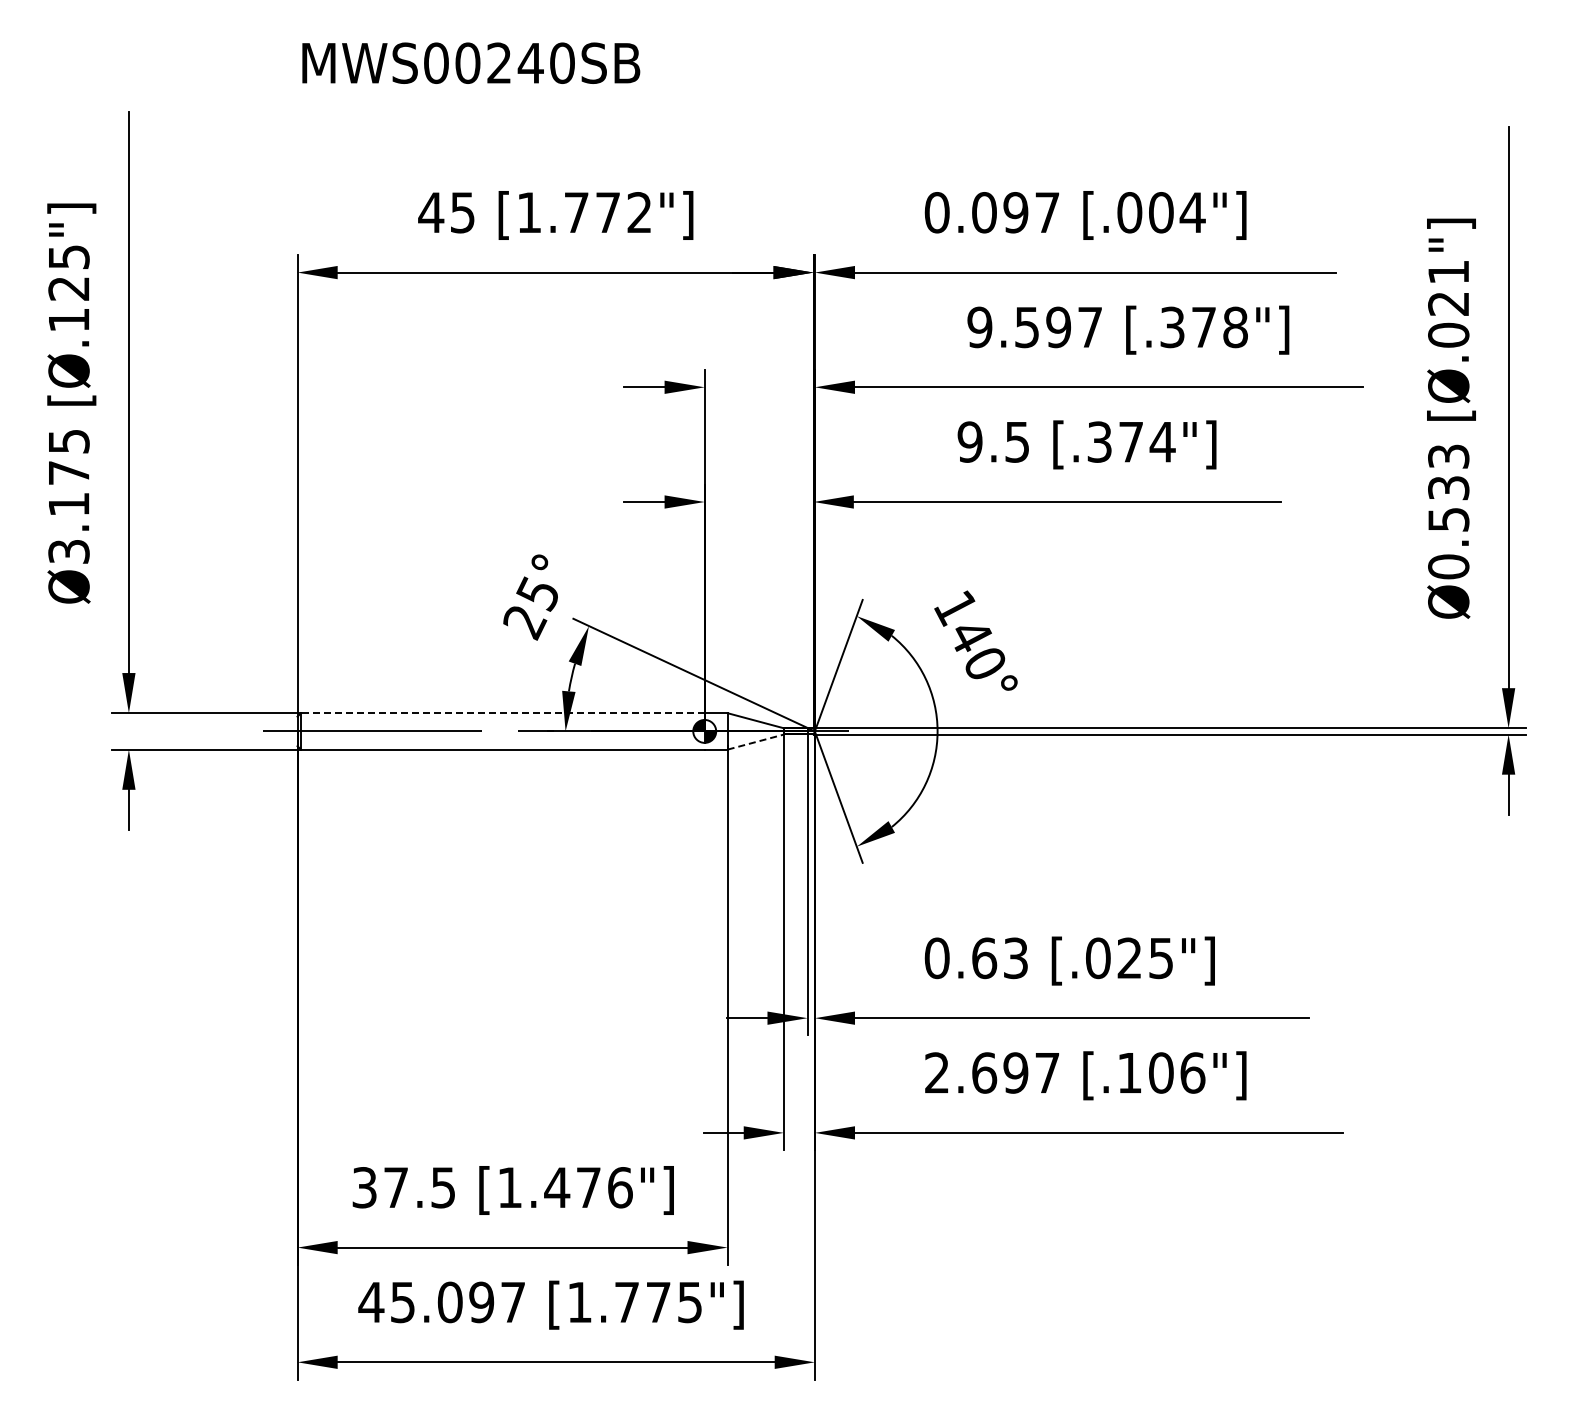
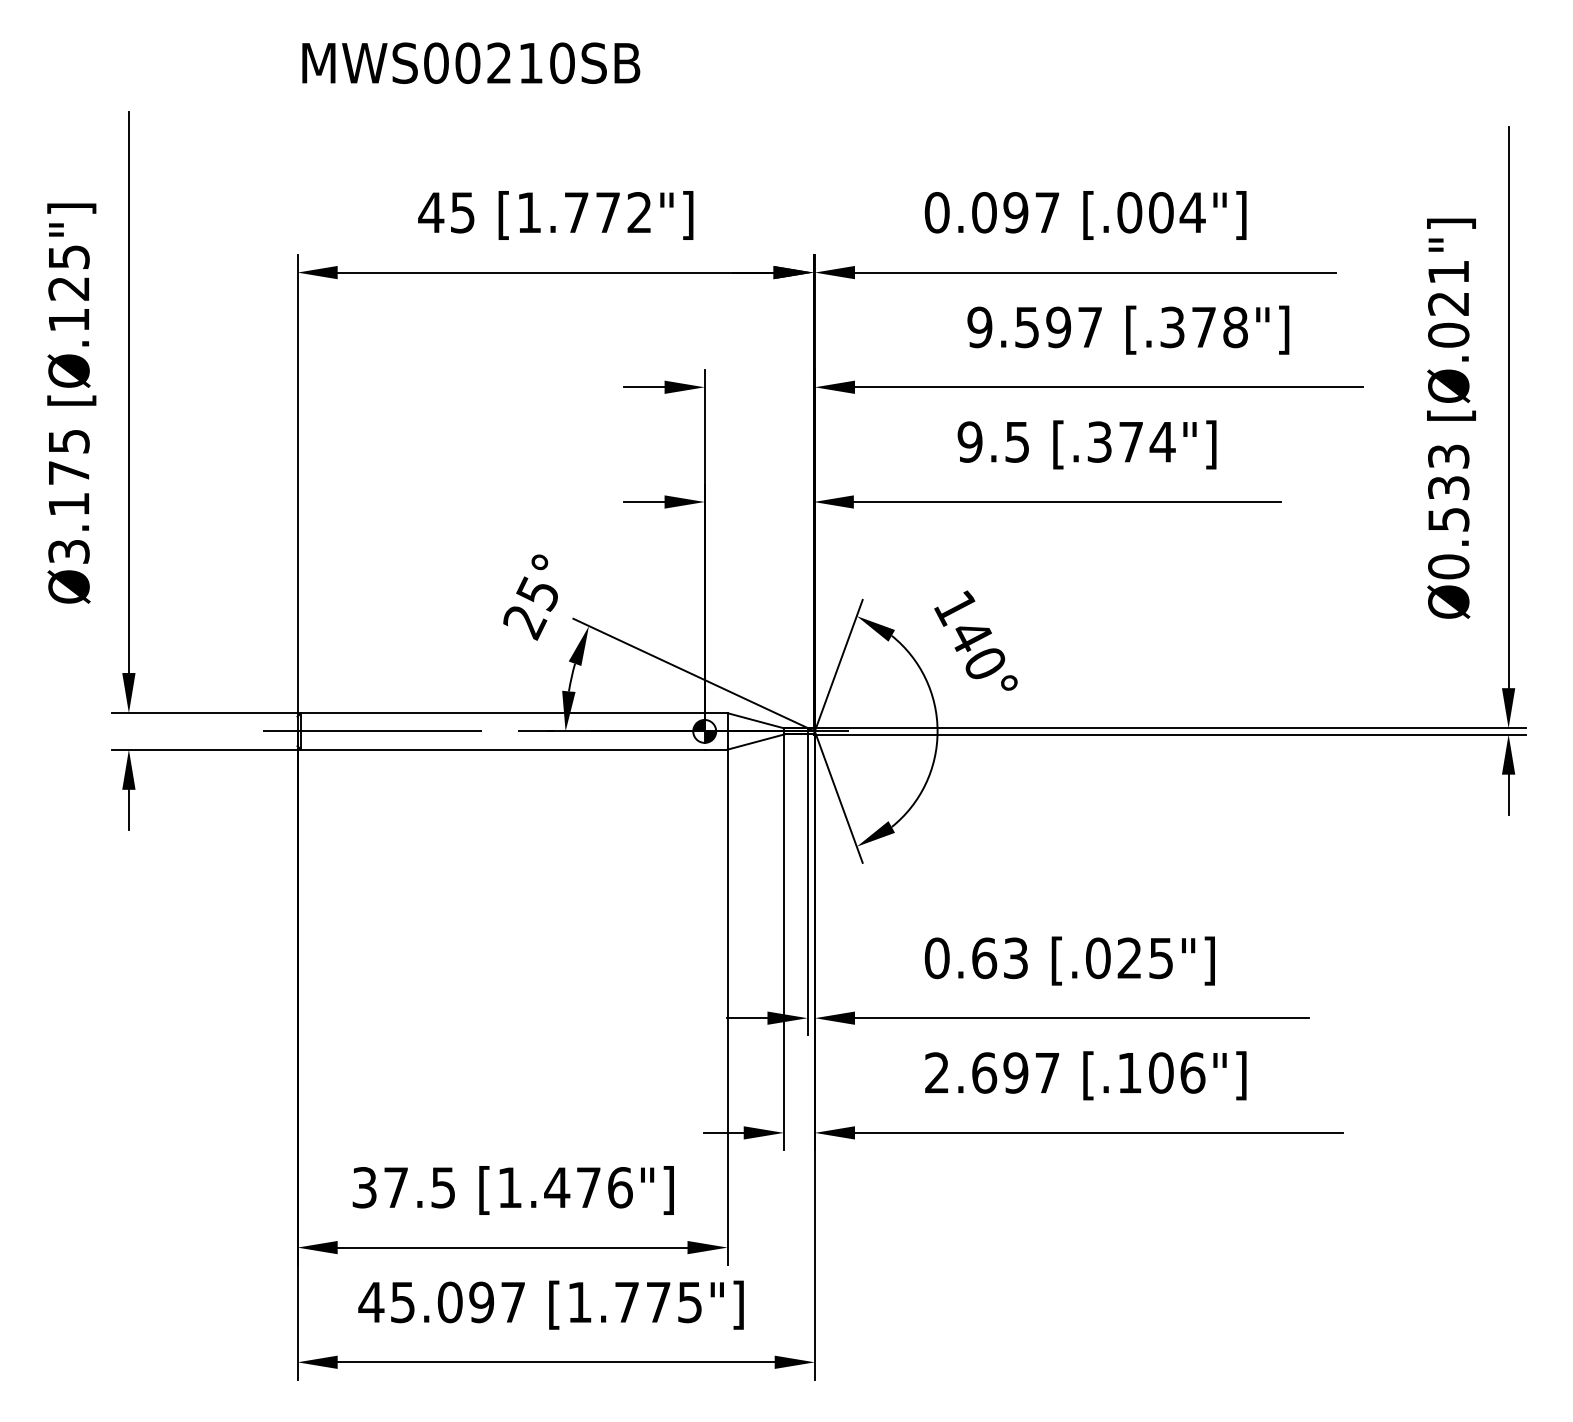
text at (530, 63): MWS00240SB -> MWS00210SB
line at (502, 713): dashed -> solid
line at (756, 741): dashed -> solid
